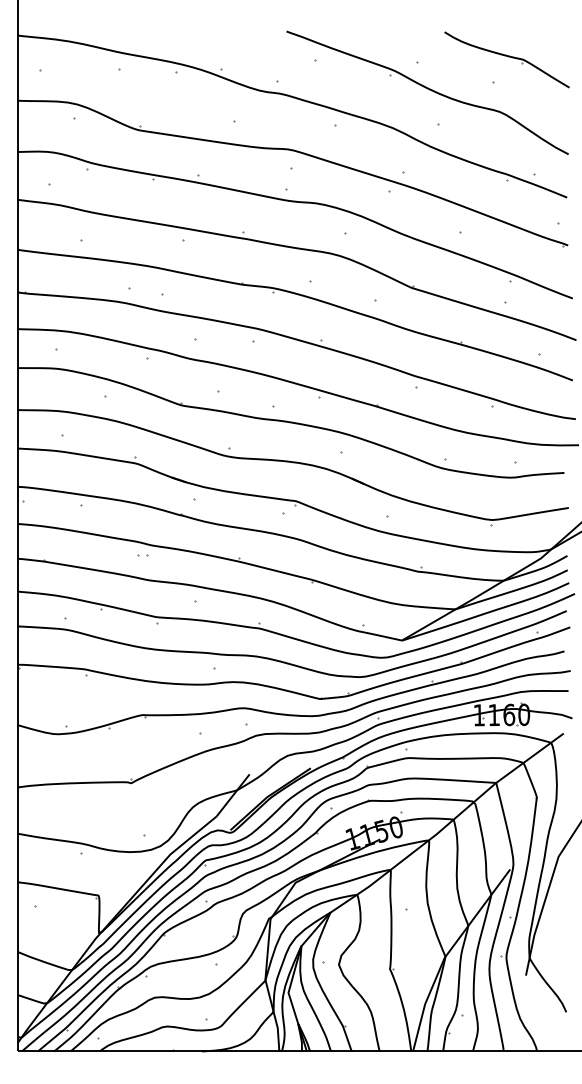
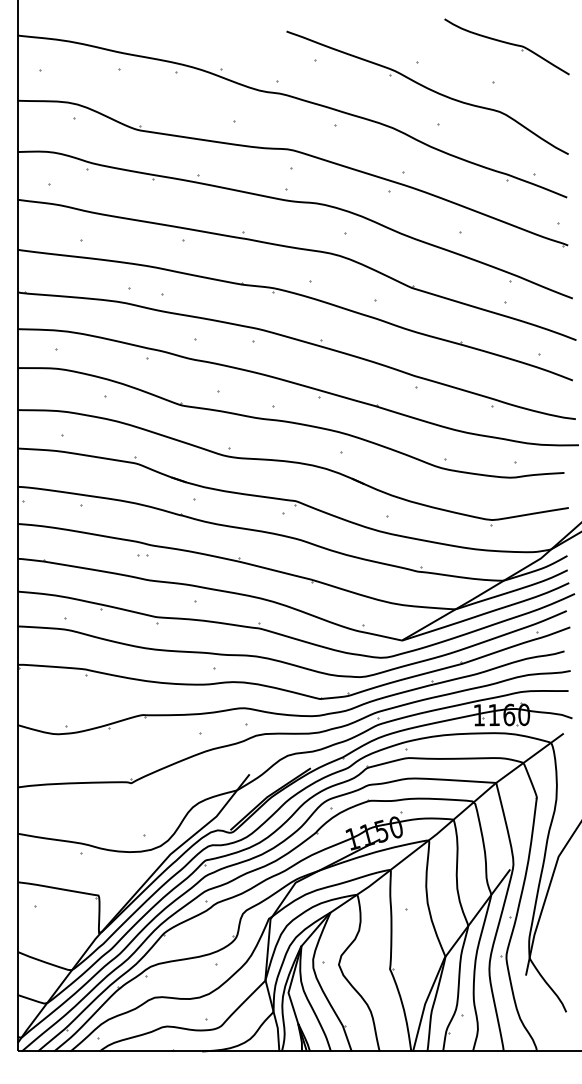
part at (506, 59) position: (506, 59) -> (506, 46)
